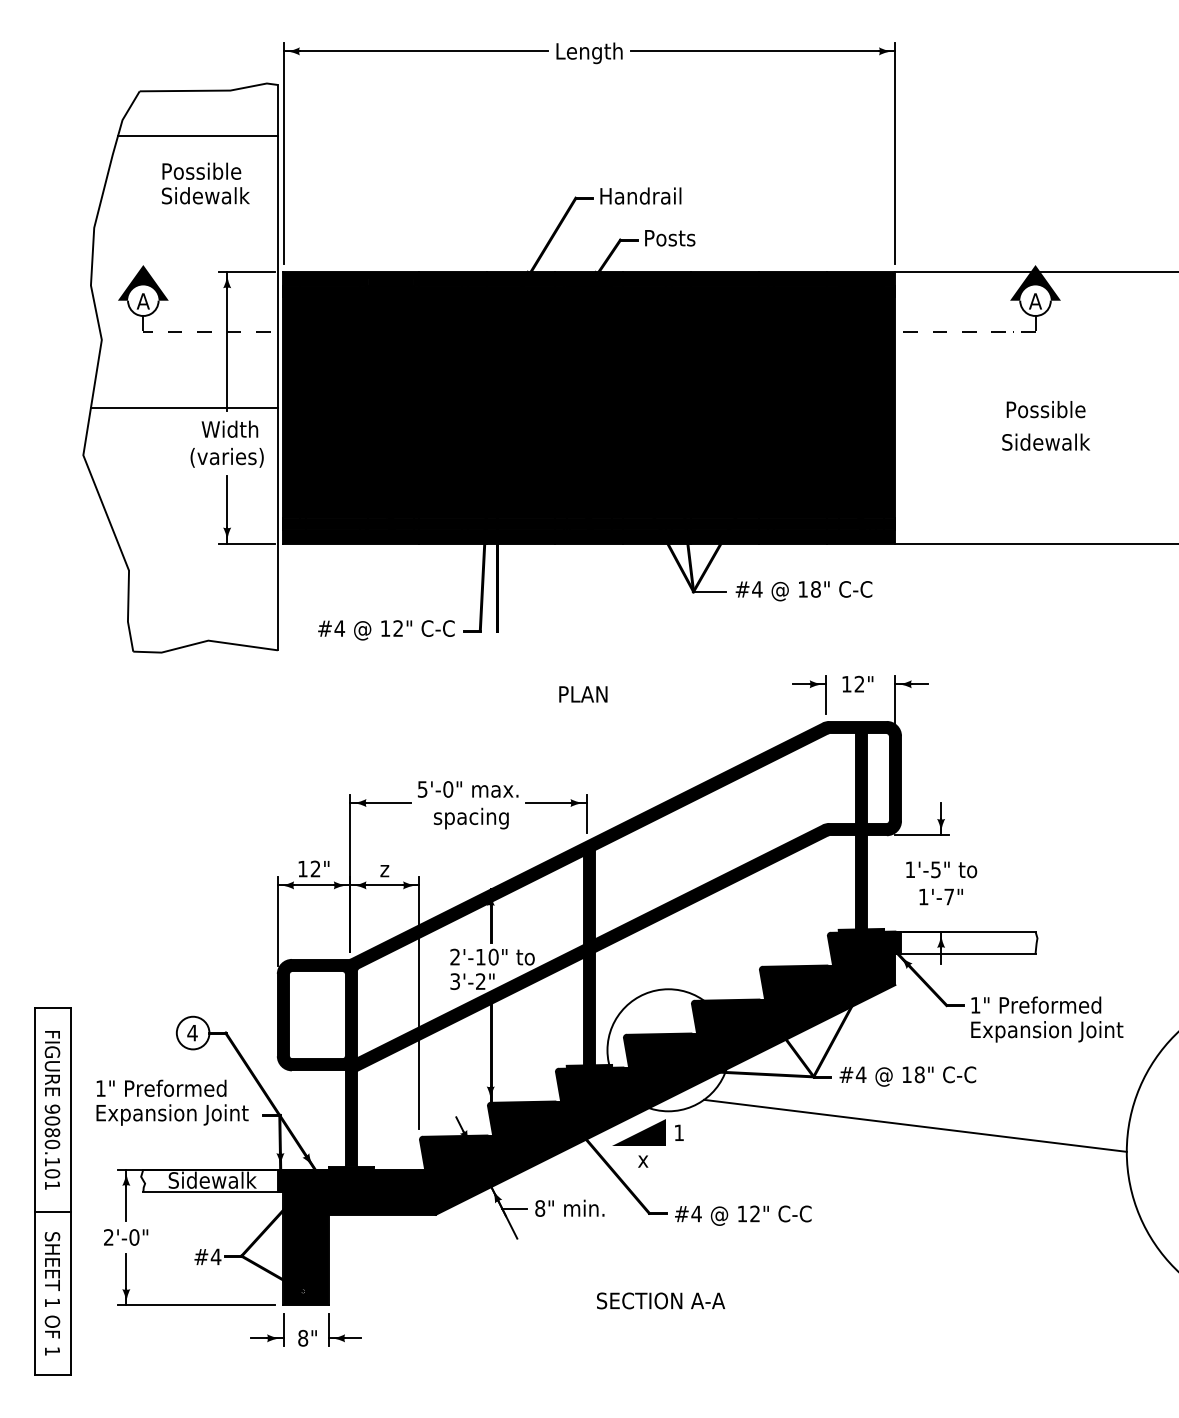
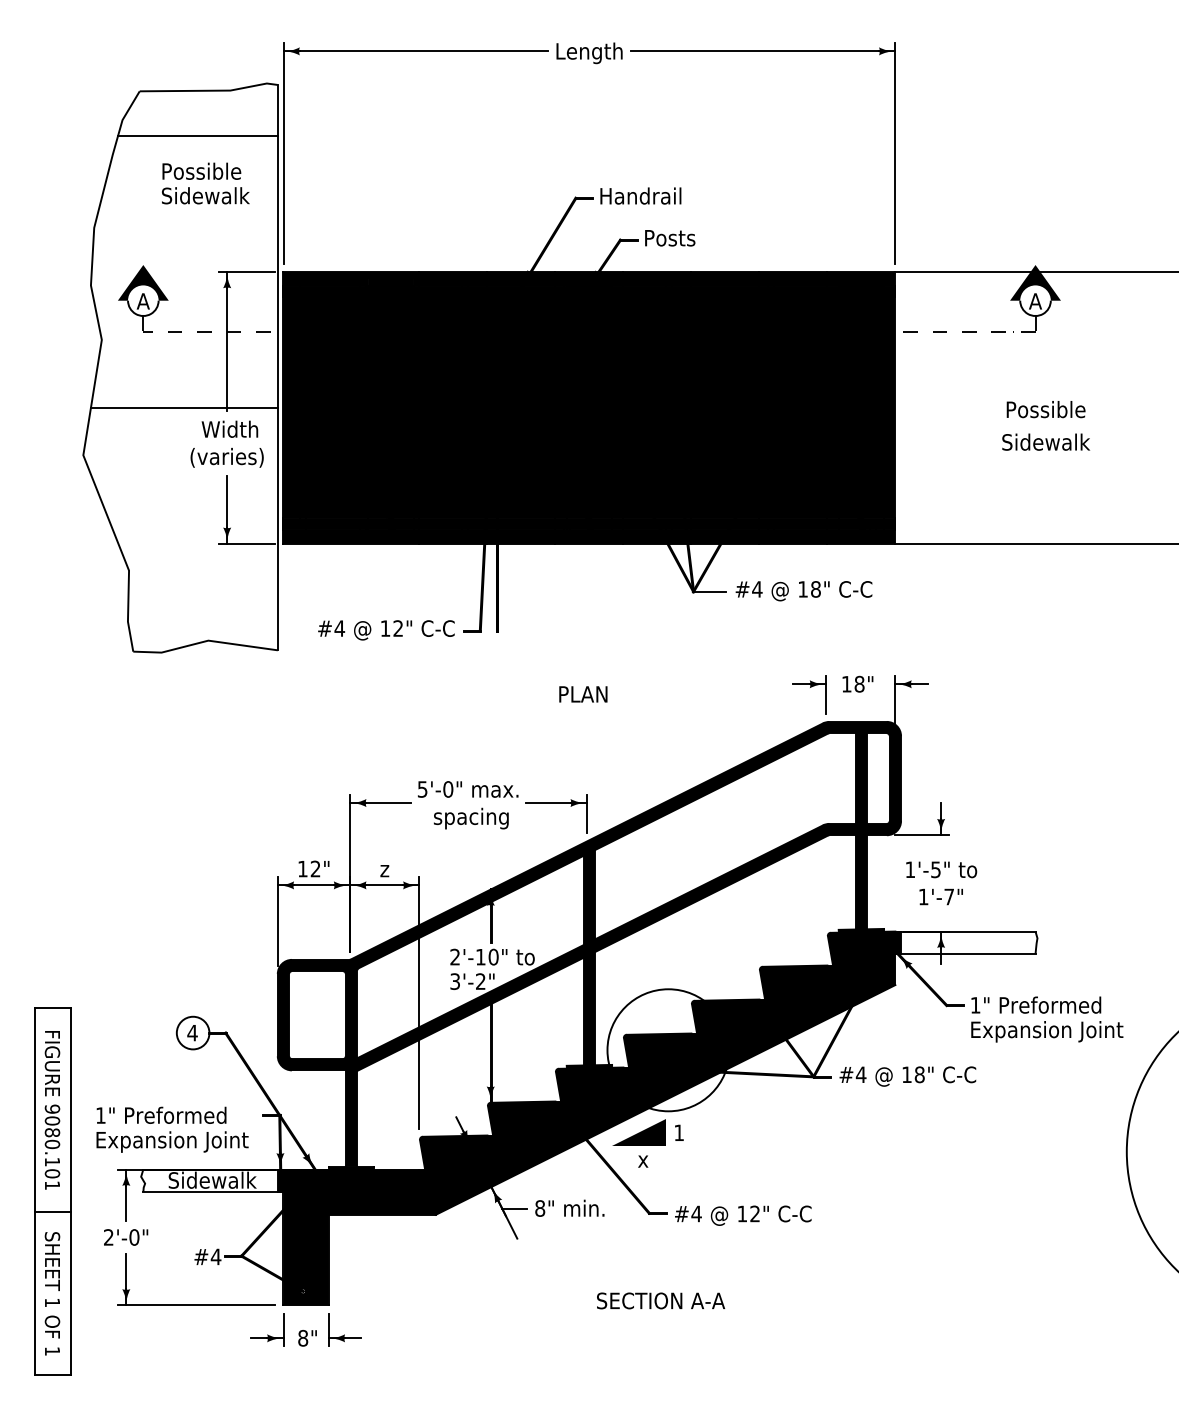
text at (859, 684): 12" -> 18"
text at (172, 1102) position: (172, 1102) -> (172, 1129)
line at (915, 1125): present -> none
